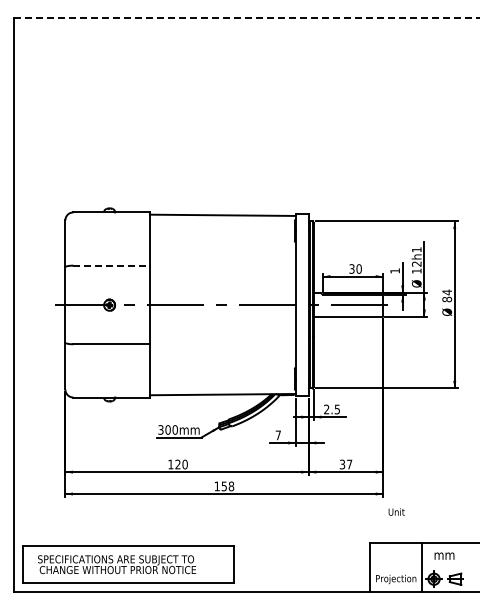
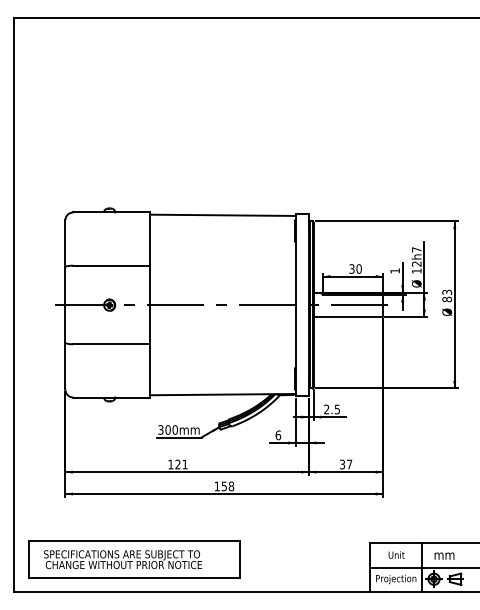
line at (247, 18): dashed -> solid
text at (416, 249): h1 -> h7
line at (112, 265): dashed -> solid
text at (447, 292): 84 -> 83
text at (278, 435): 7 -> 6
text at (184, 464): 120 -> 121
text at (396, 511) position: (396, 511) -> (396, 554)
part at (128, 564) position: (128, 564) -> (134, 559)
line at (423, 567): none -> present
